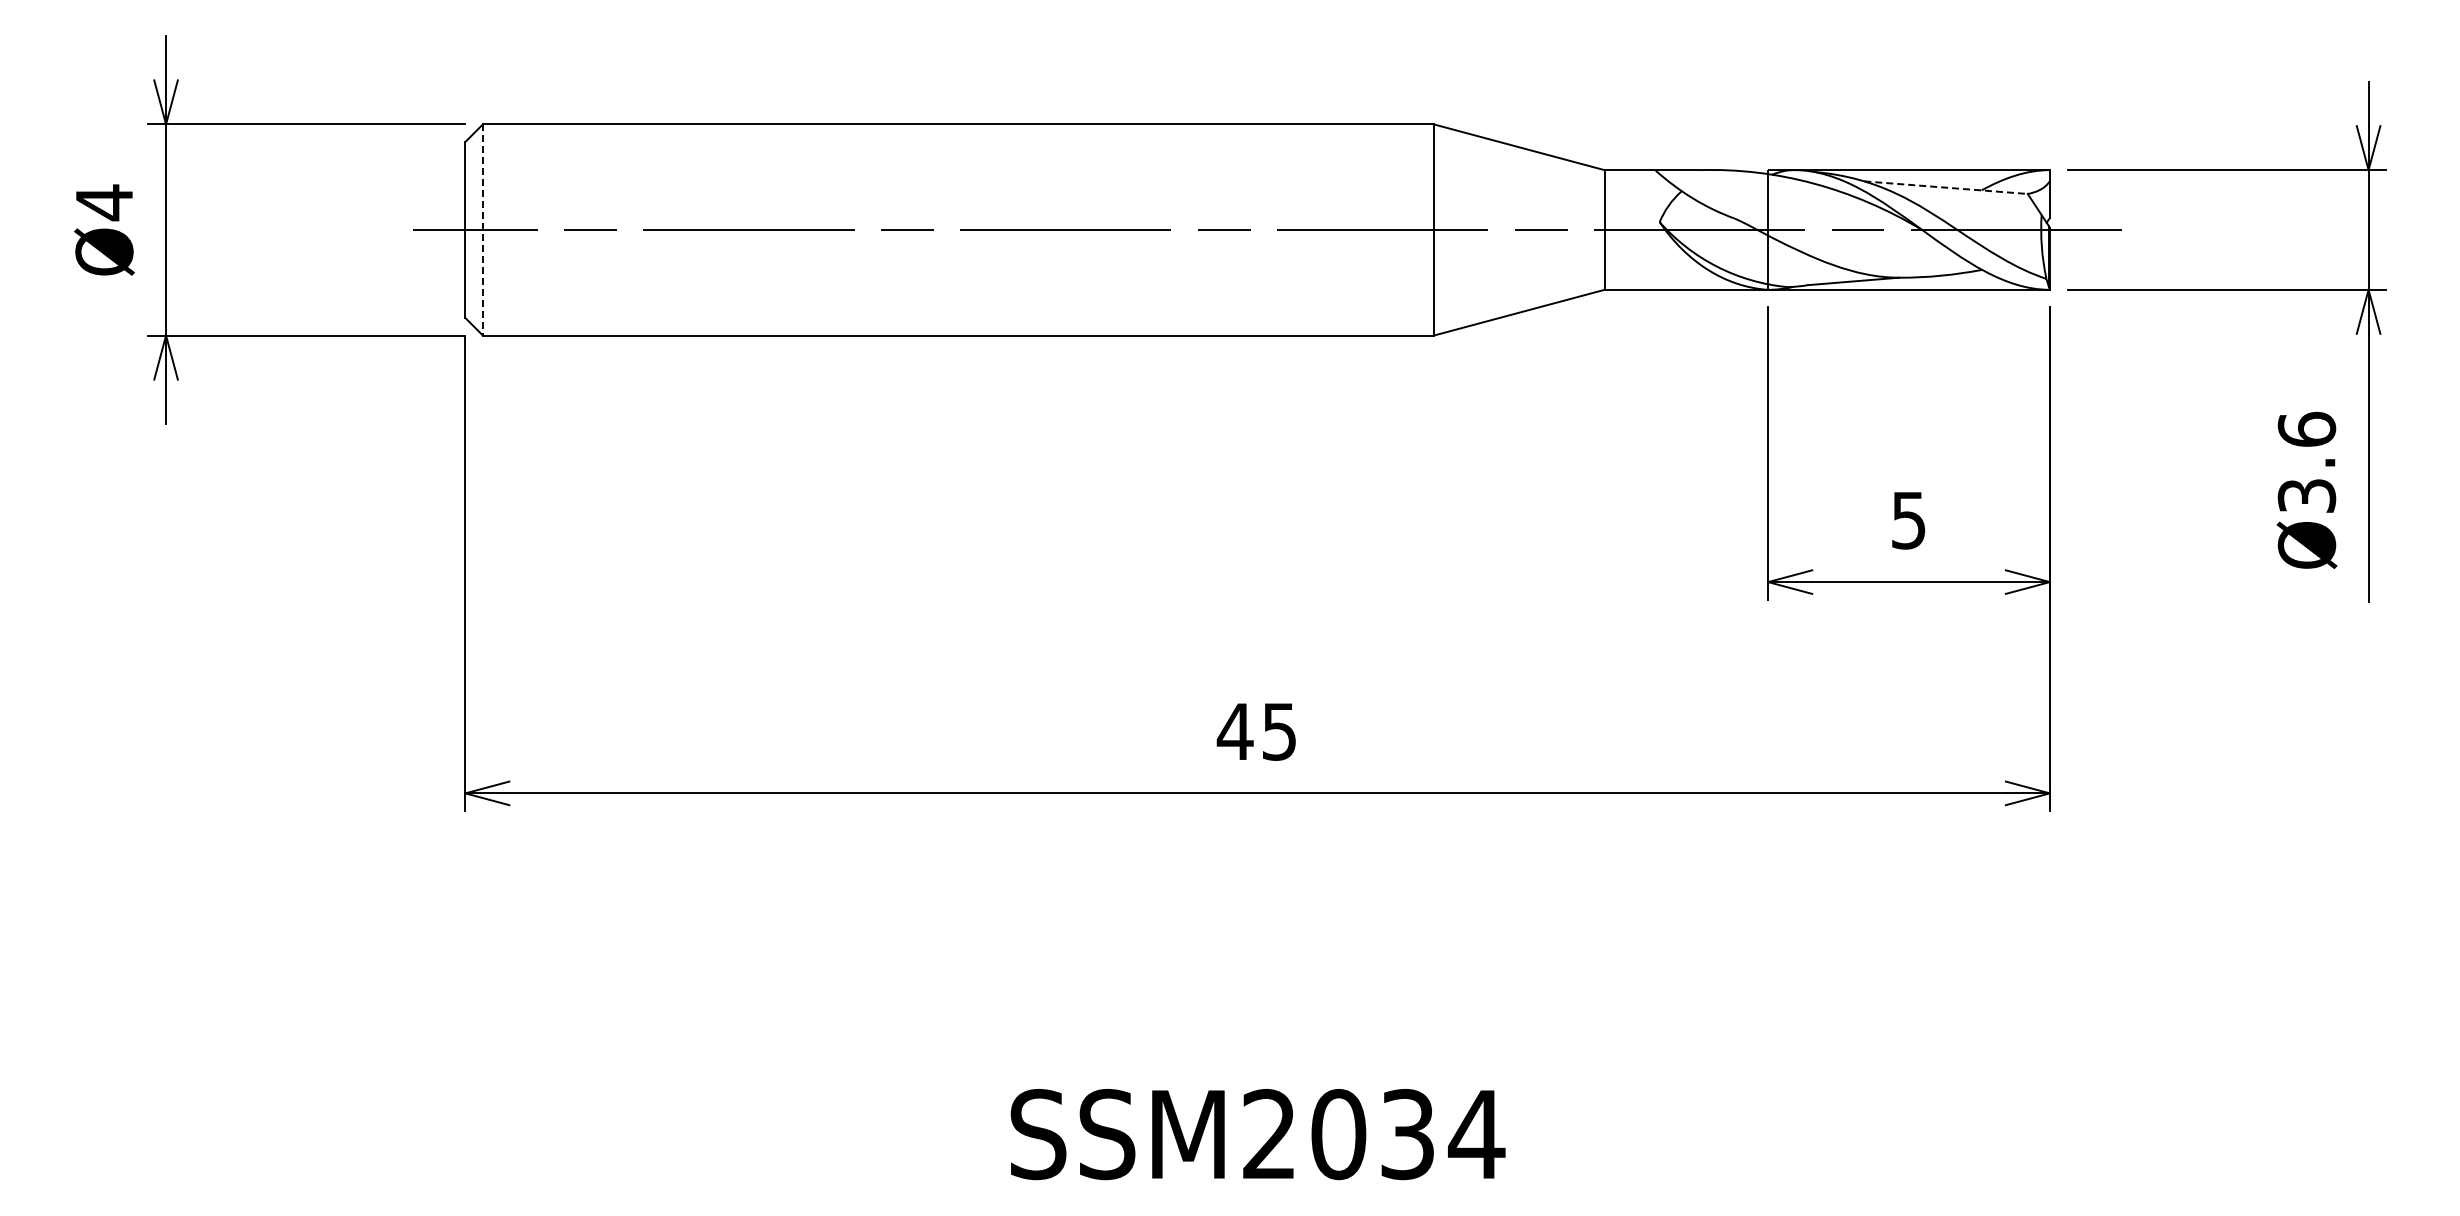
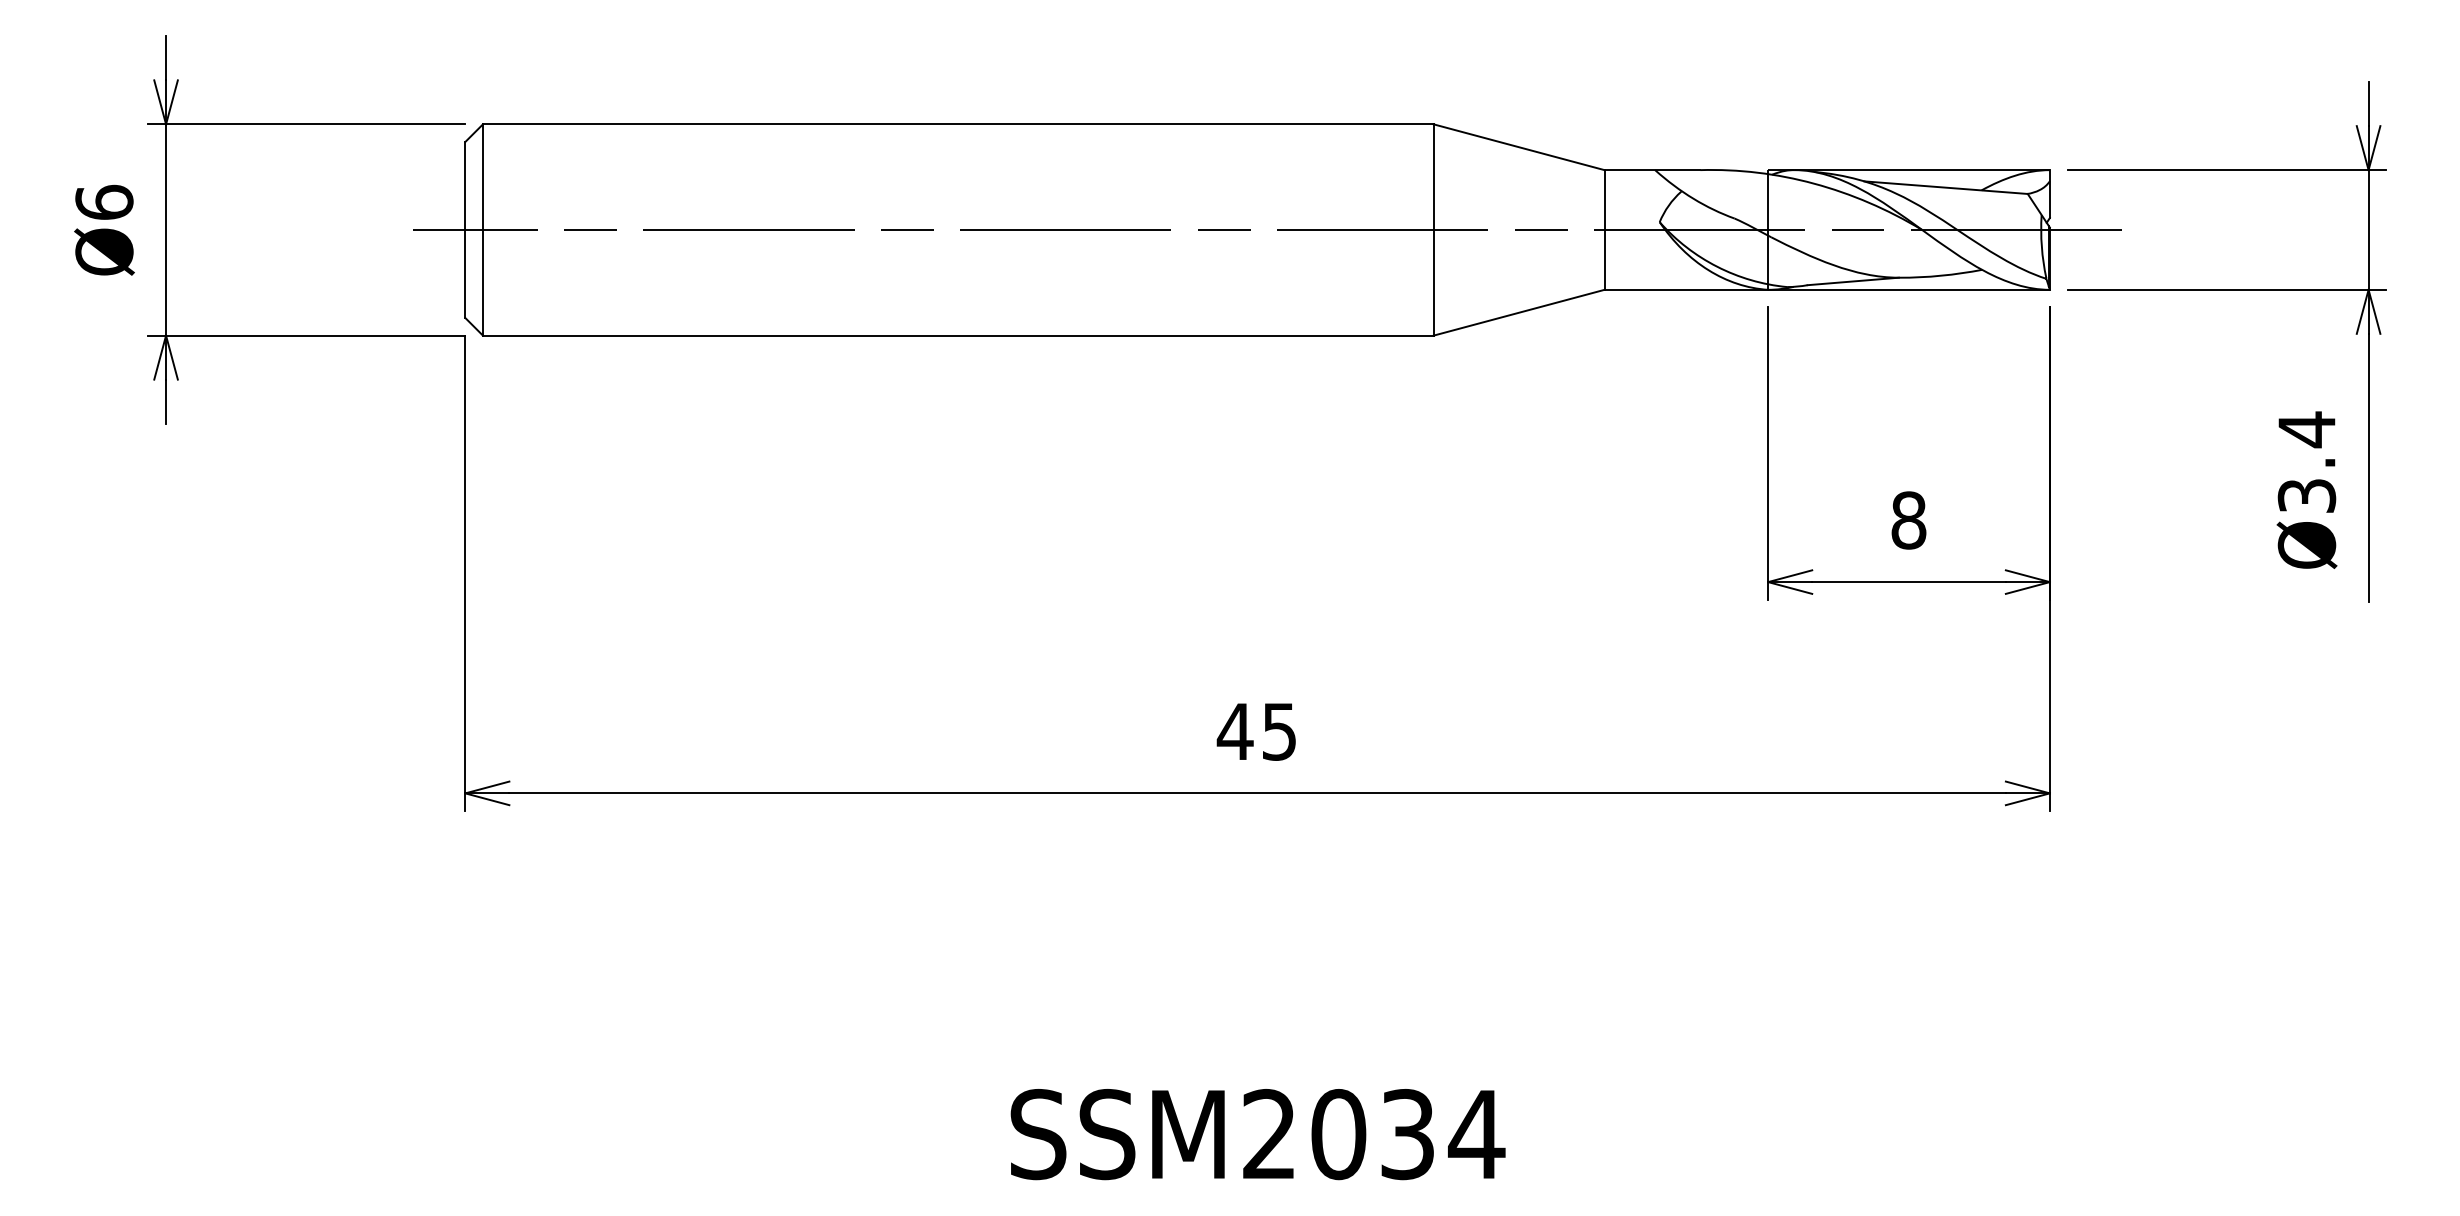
line at (1946, 187): dashed -> solid
text at (104, 202): Ø4 -> Ø6
line at (482, 229): dashed -> solid
text at (2306, 429): Ø3.6 -> Ø3.4
text at (1908, 520): 5 -> 8
